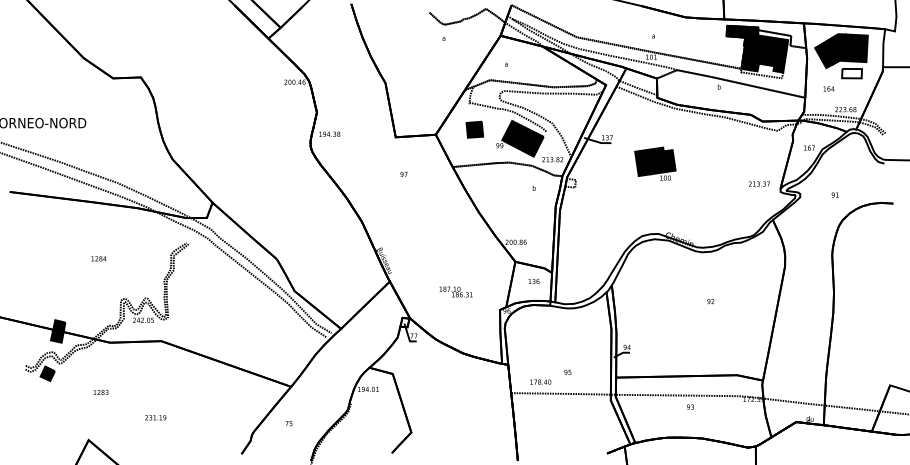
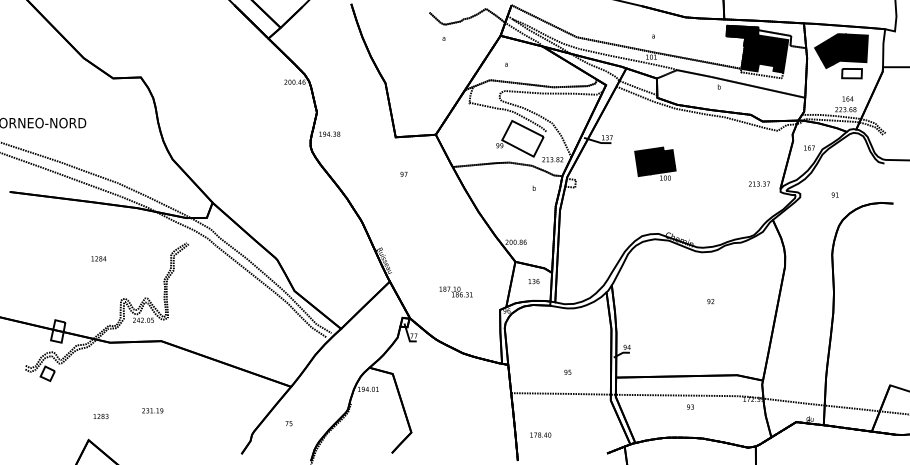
text at (828, 88) position: (828, 88) -> (847, 98)
part at (474, 129): present -> none
fill at (522, 138): present -> none
fill at (58, 331): present -> none
fill at (47, 373): present -> none
text at (540, 381) position: (540, 381) -> (540, 434)
text at (100, 391) position: (100, 391) -> (100, 415)
text at (155, 417) position: (155, 417) -> (152, 410)
